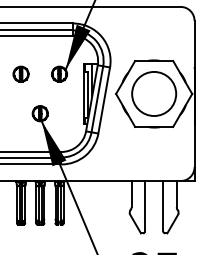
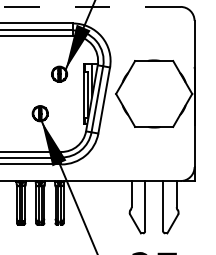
line at (90, 6): solid -> dashed
part at (20, 73): present -> none
circle at (154, 93): present -> none
